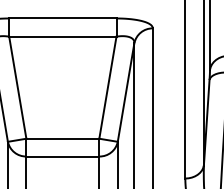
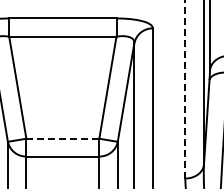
line at (185, 88): solid -> dashed
line at (63, 138): solid -> dashed
